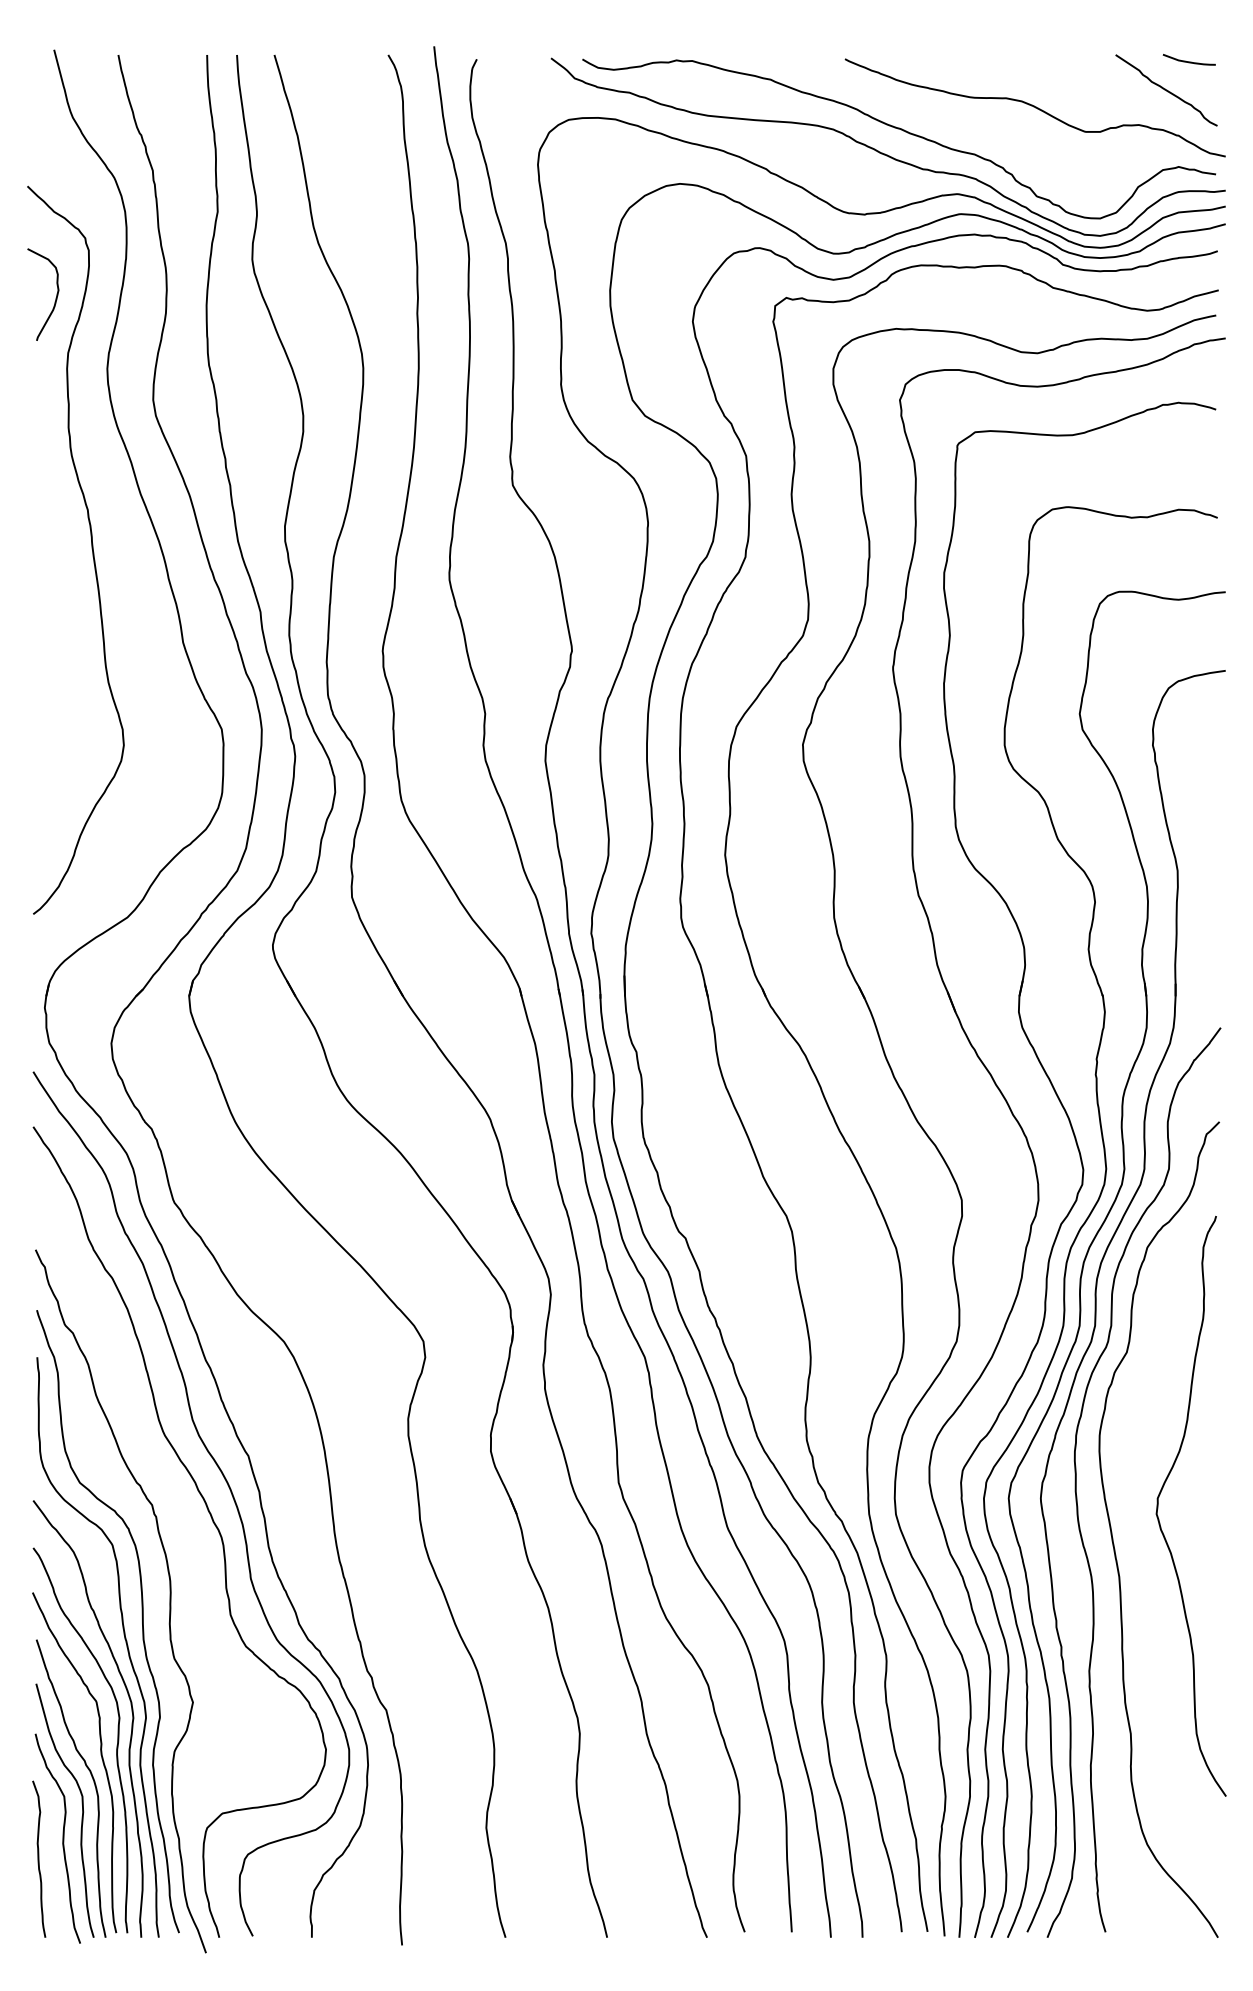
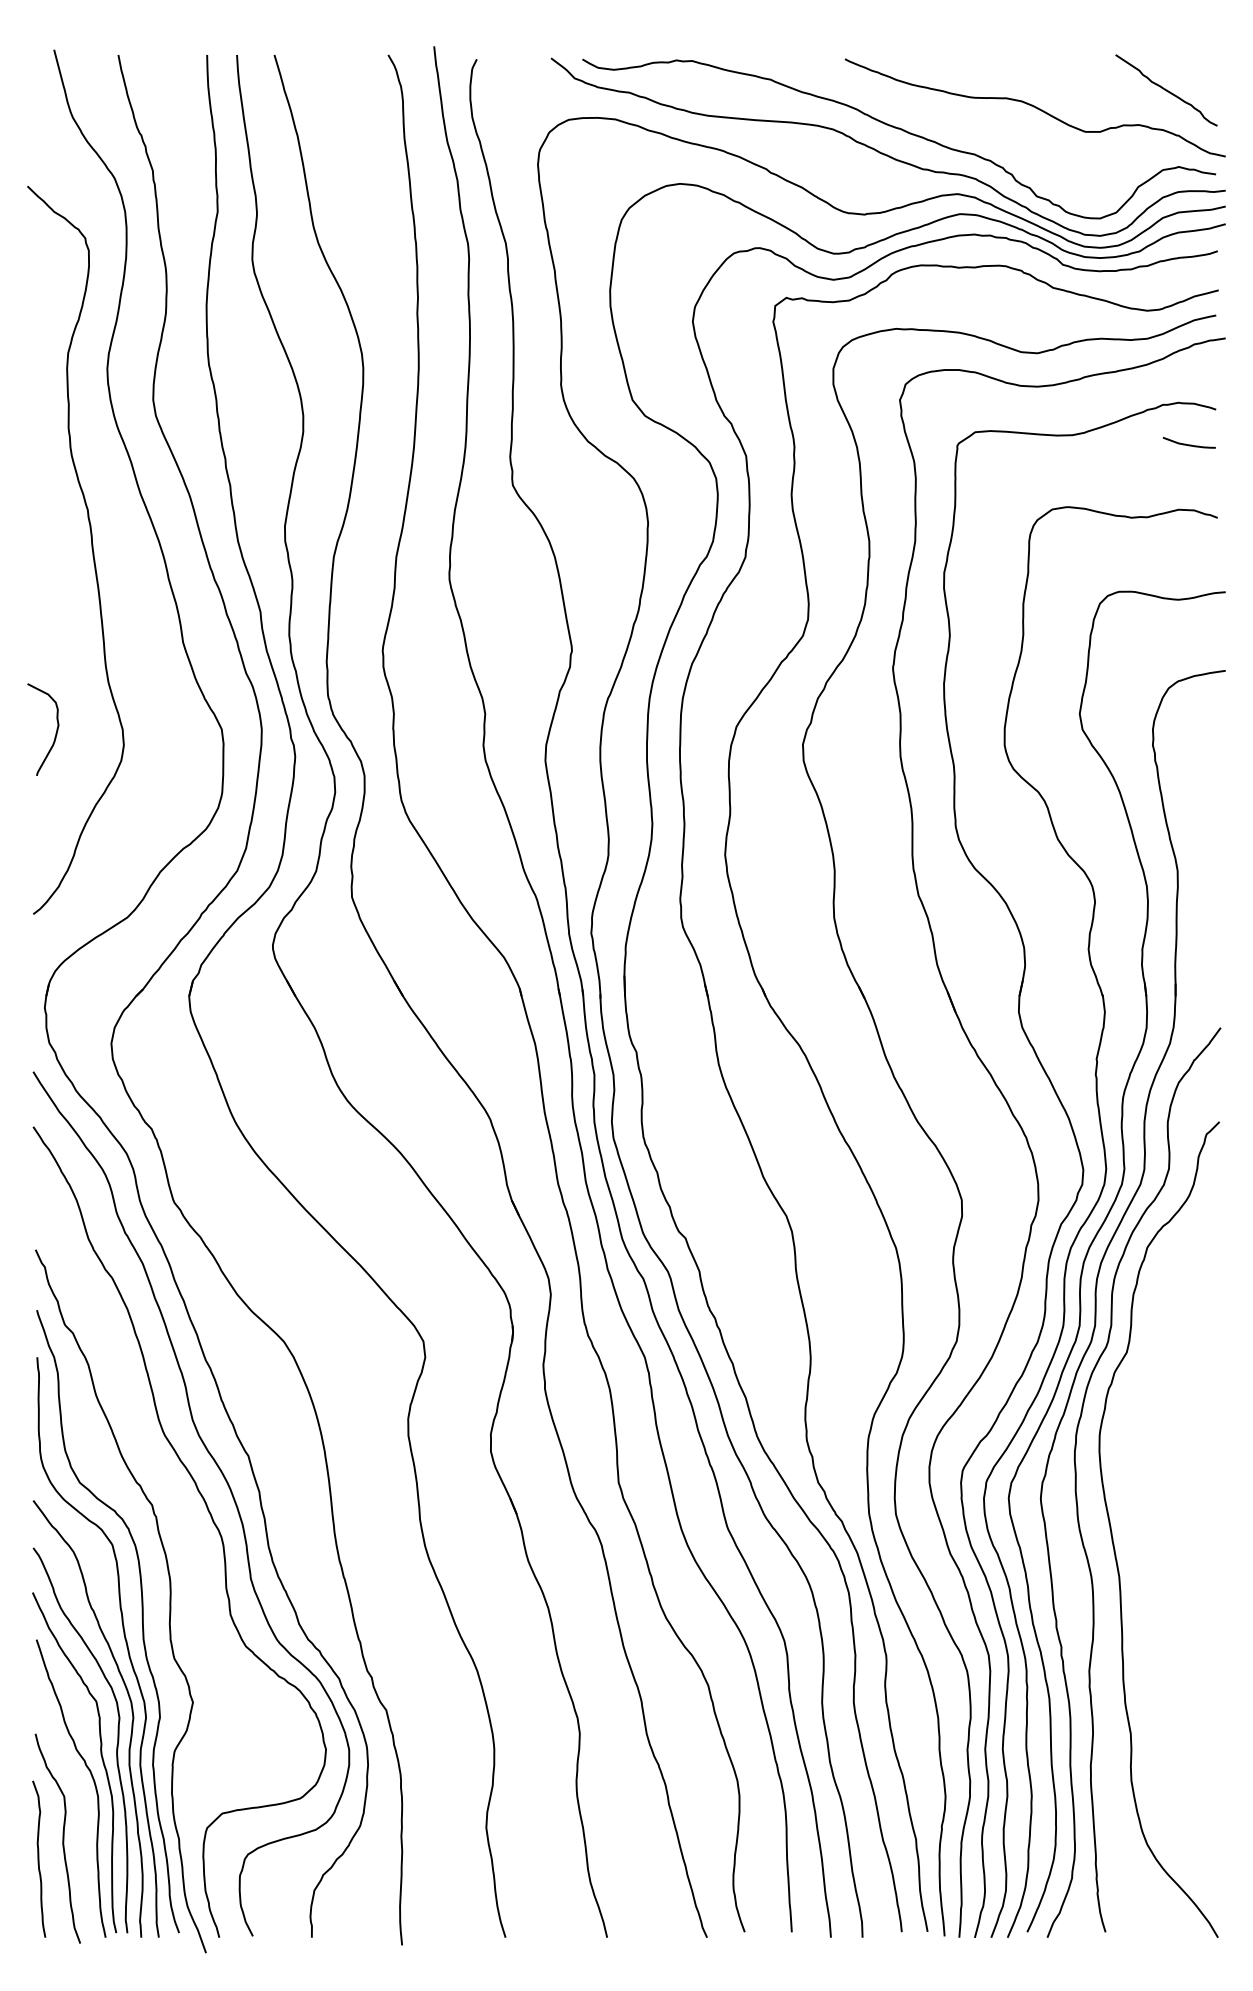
curve at (1188, 61) position: (1188, 61) -> (1188, 444)
curve at (55, 298) position: (55, 298) -> (55, 733)
curve at (1158, 1506): present -> none
curve at (82, 1810): present -> none
